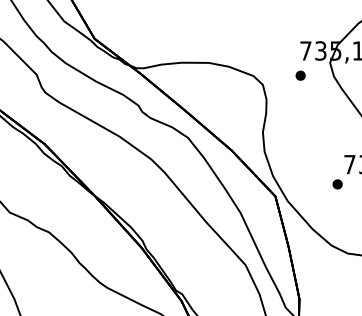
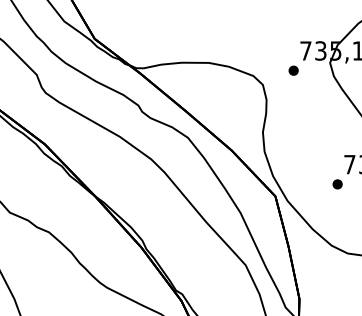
part at (300, 75) position: (300, 75) -> (293, 70)
